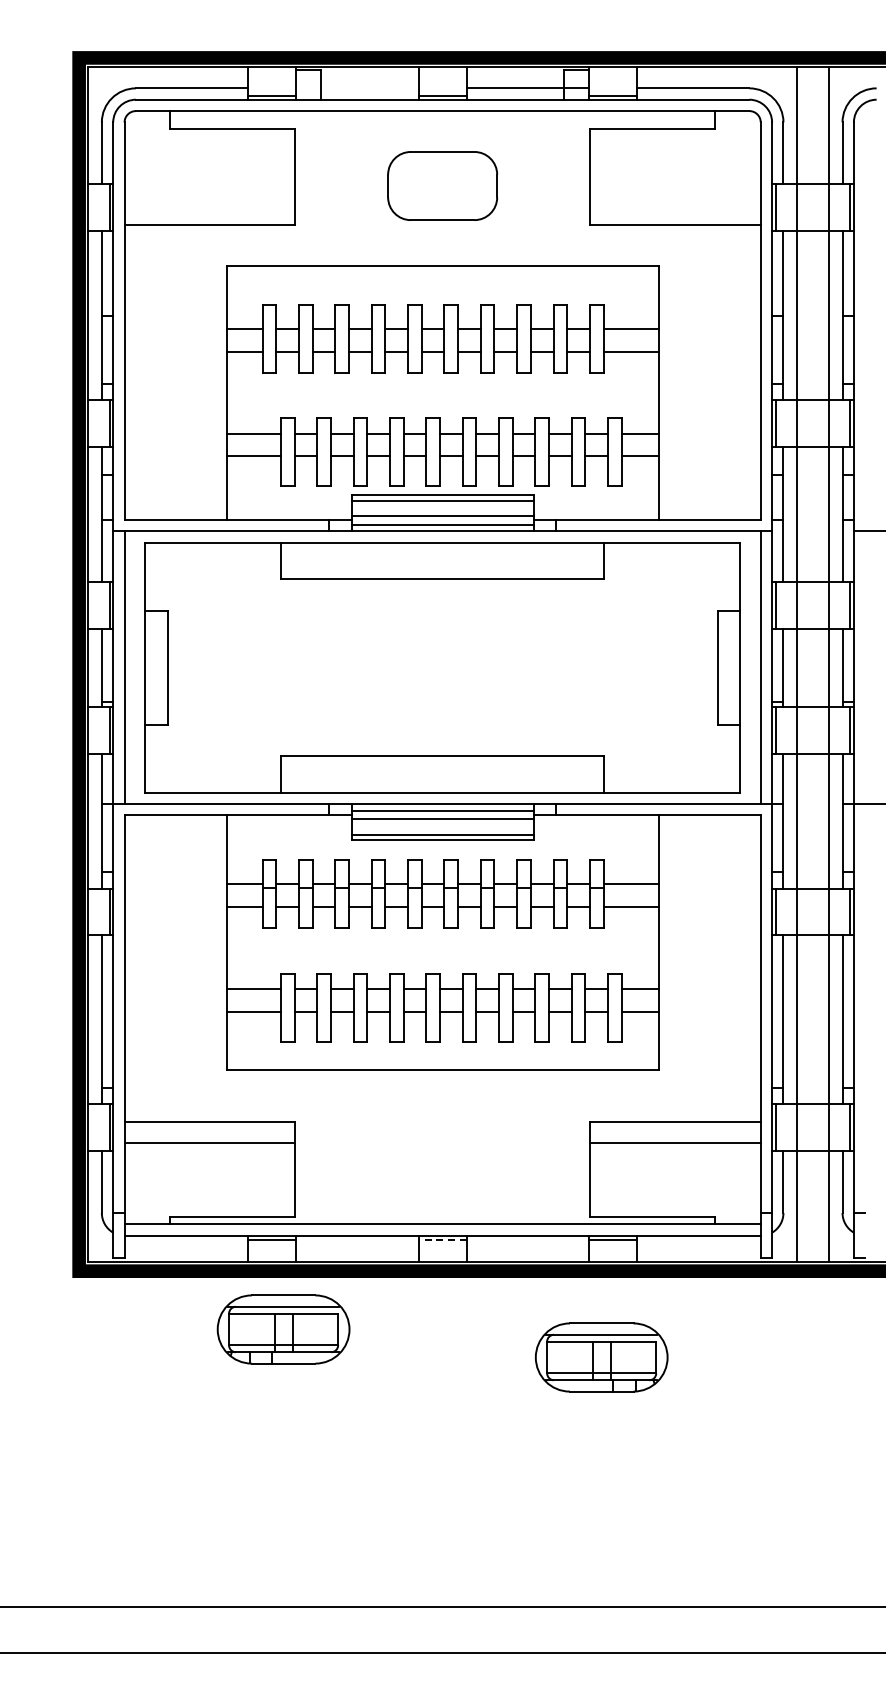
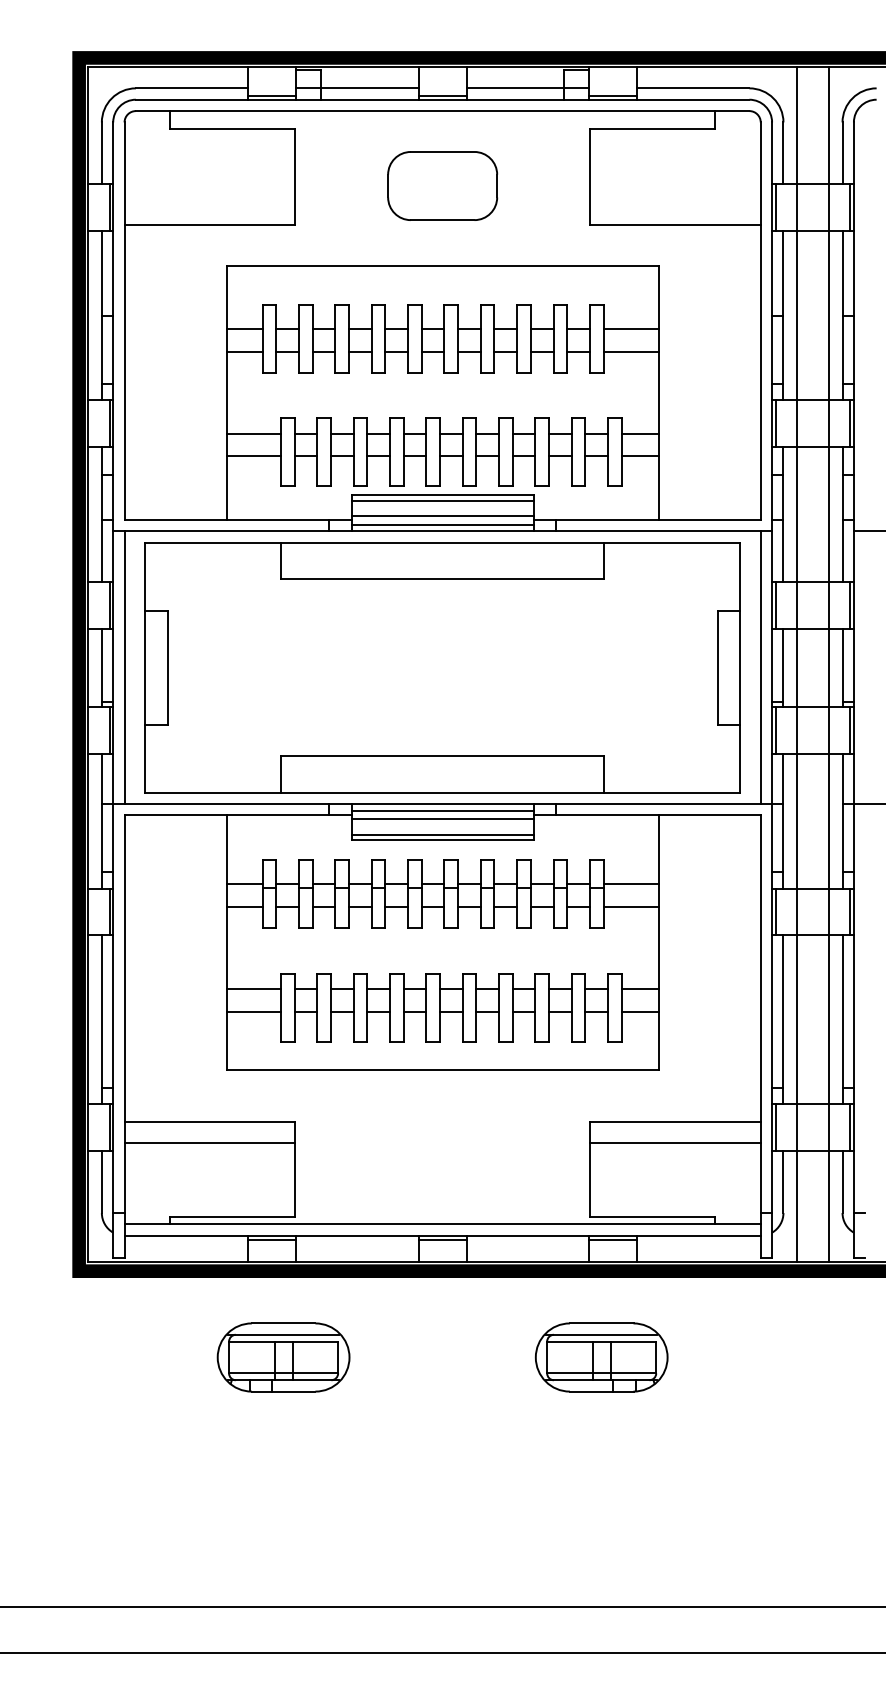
line at (357, 88): none -> present
line at (442, 1240): dashed -> solid
part at (283, 1329) position: (283, 1329) -> (283, 1357)
